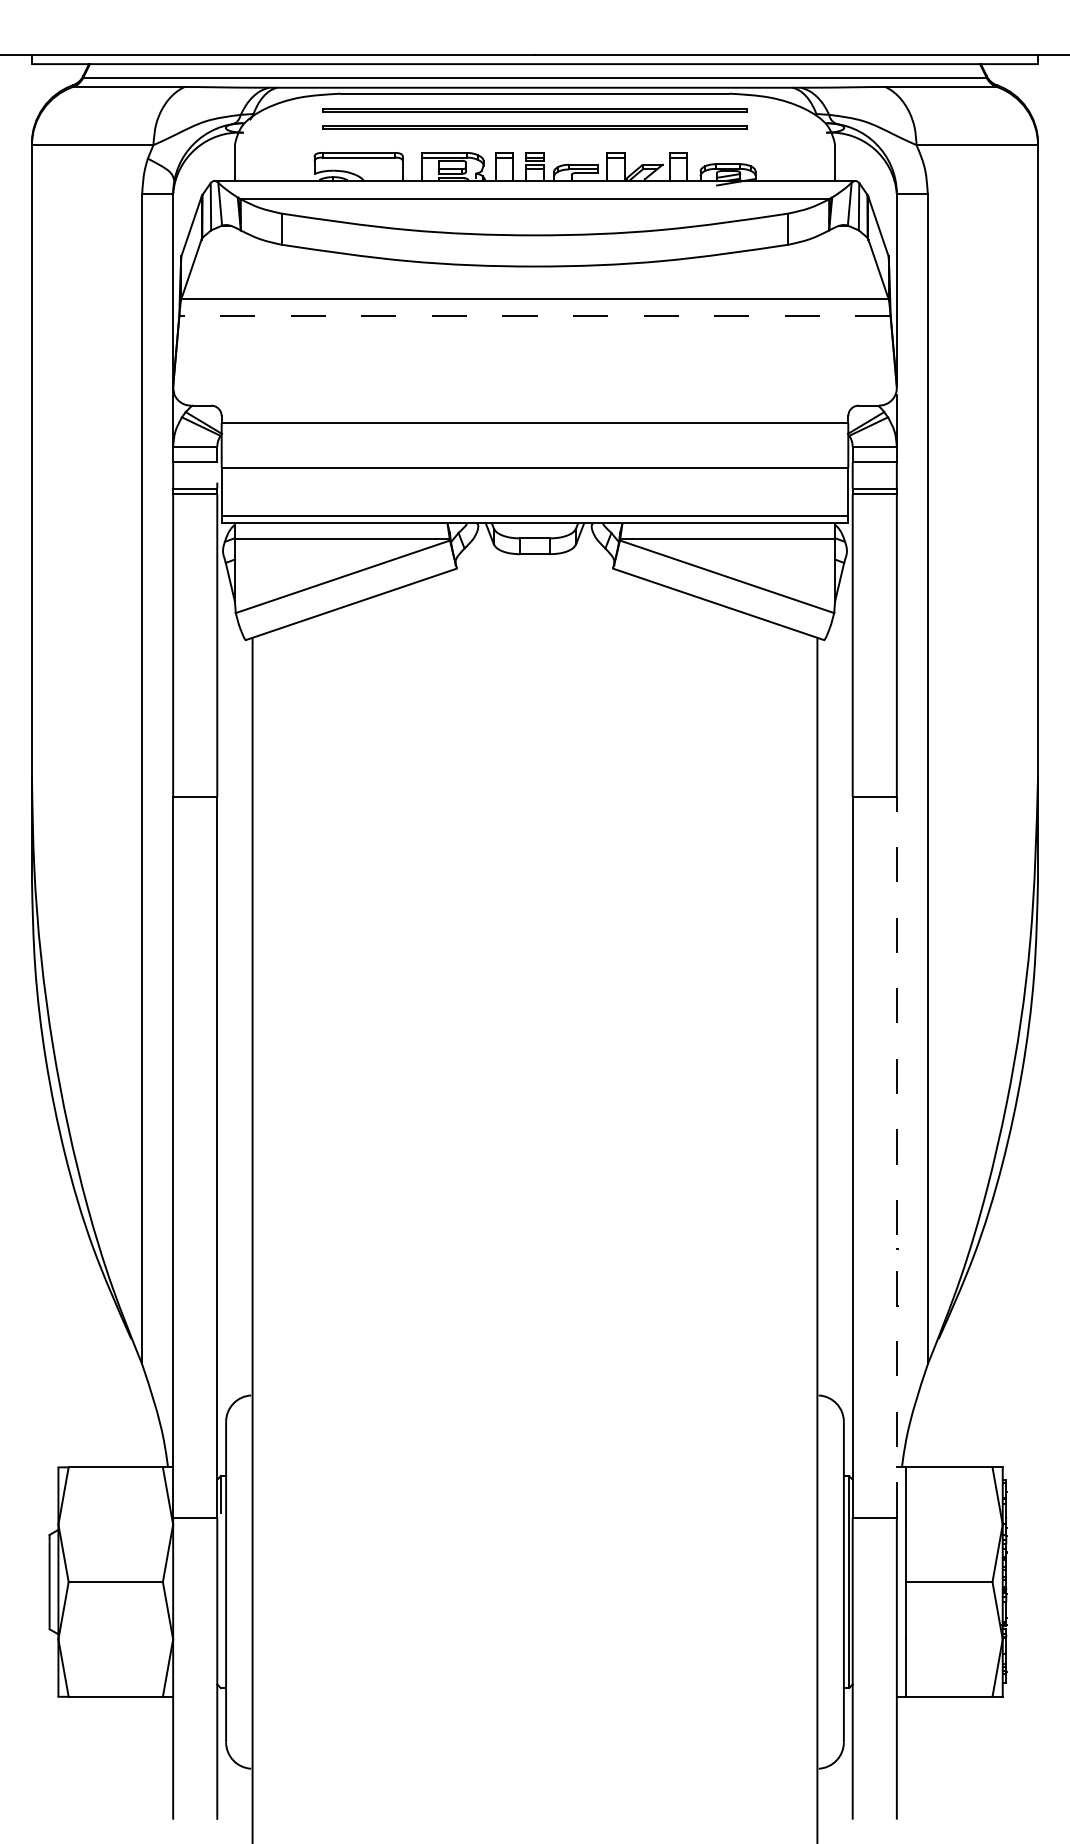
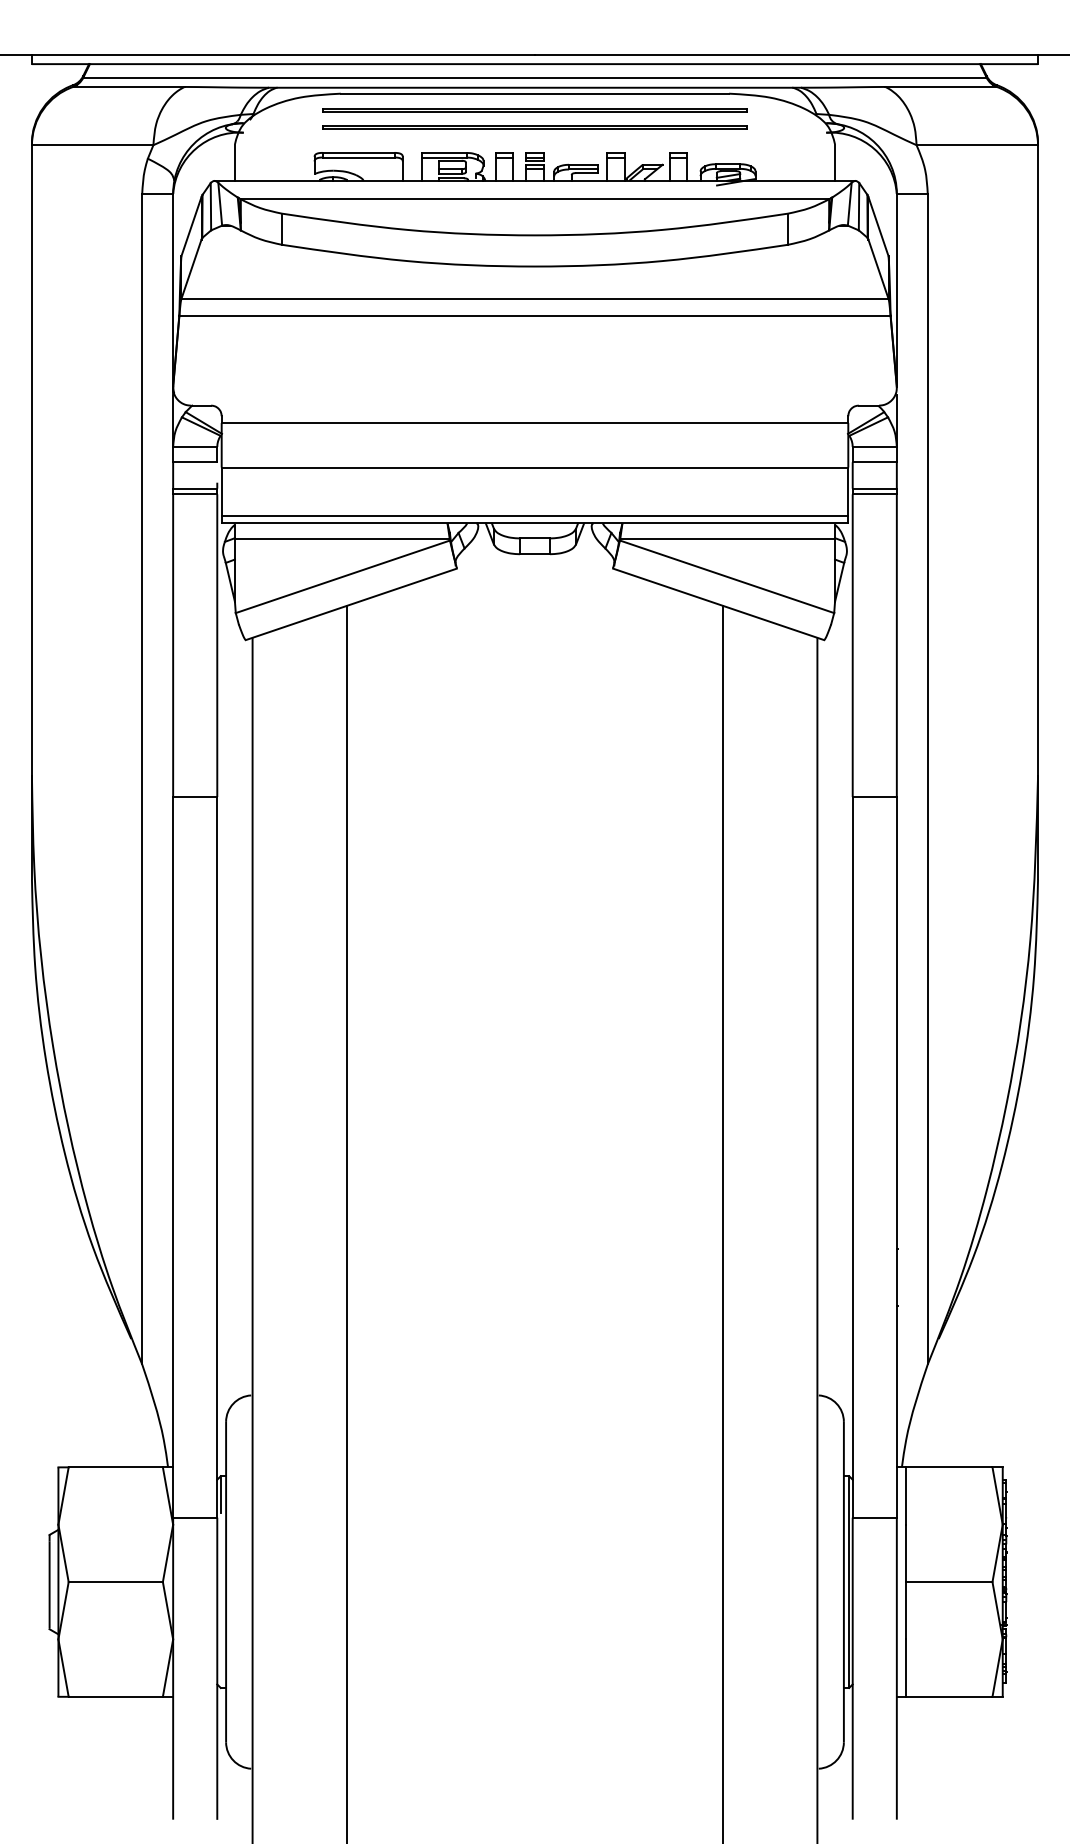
line at (535, 316): dashed -> solid
line at (896, 1156): dashed -> solid
line at (346, 1222): none -> present
line at (723, 1222): none -> present
